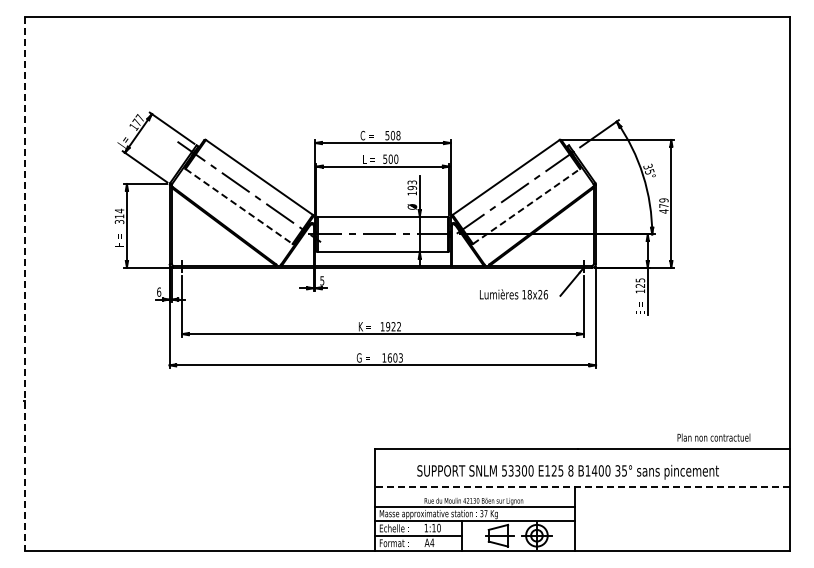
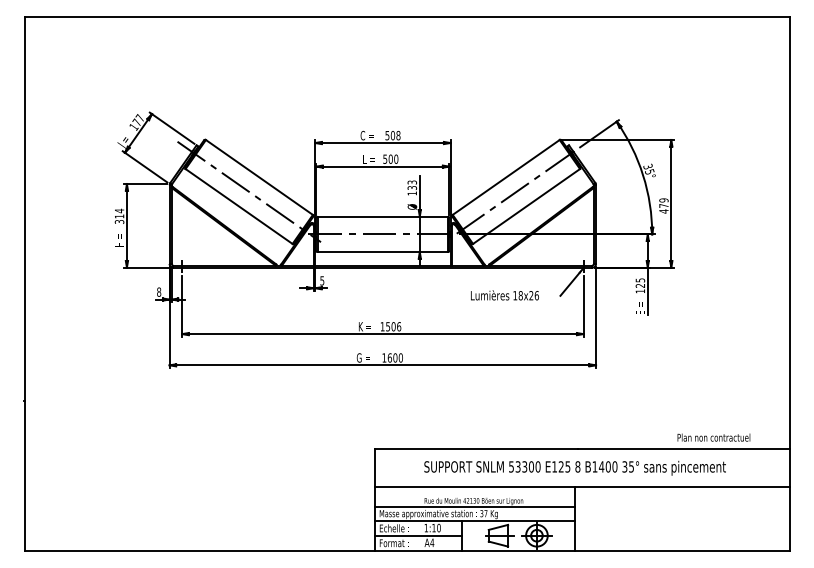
text at (411, 188): 193 -> 133
line at (239, 206): dashed -> solid
line at (526, 206): dashed -> solid
line at (24, 283): dashed -> solid
text at (159, 291): 6 -> 8
text at (513, 294) position: (513, 294) -> (504, 295)
text at (393, 326): 1922 -> 1506
text at (400, 357): 1603 -> 1600
text at (567, 471) position: (567, 471) -> (574, 467)
line at (581, 487): dashed -> solid
